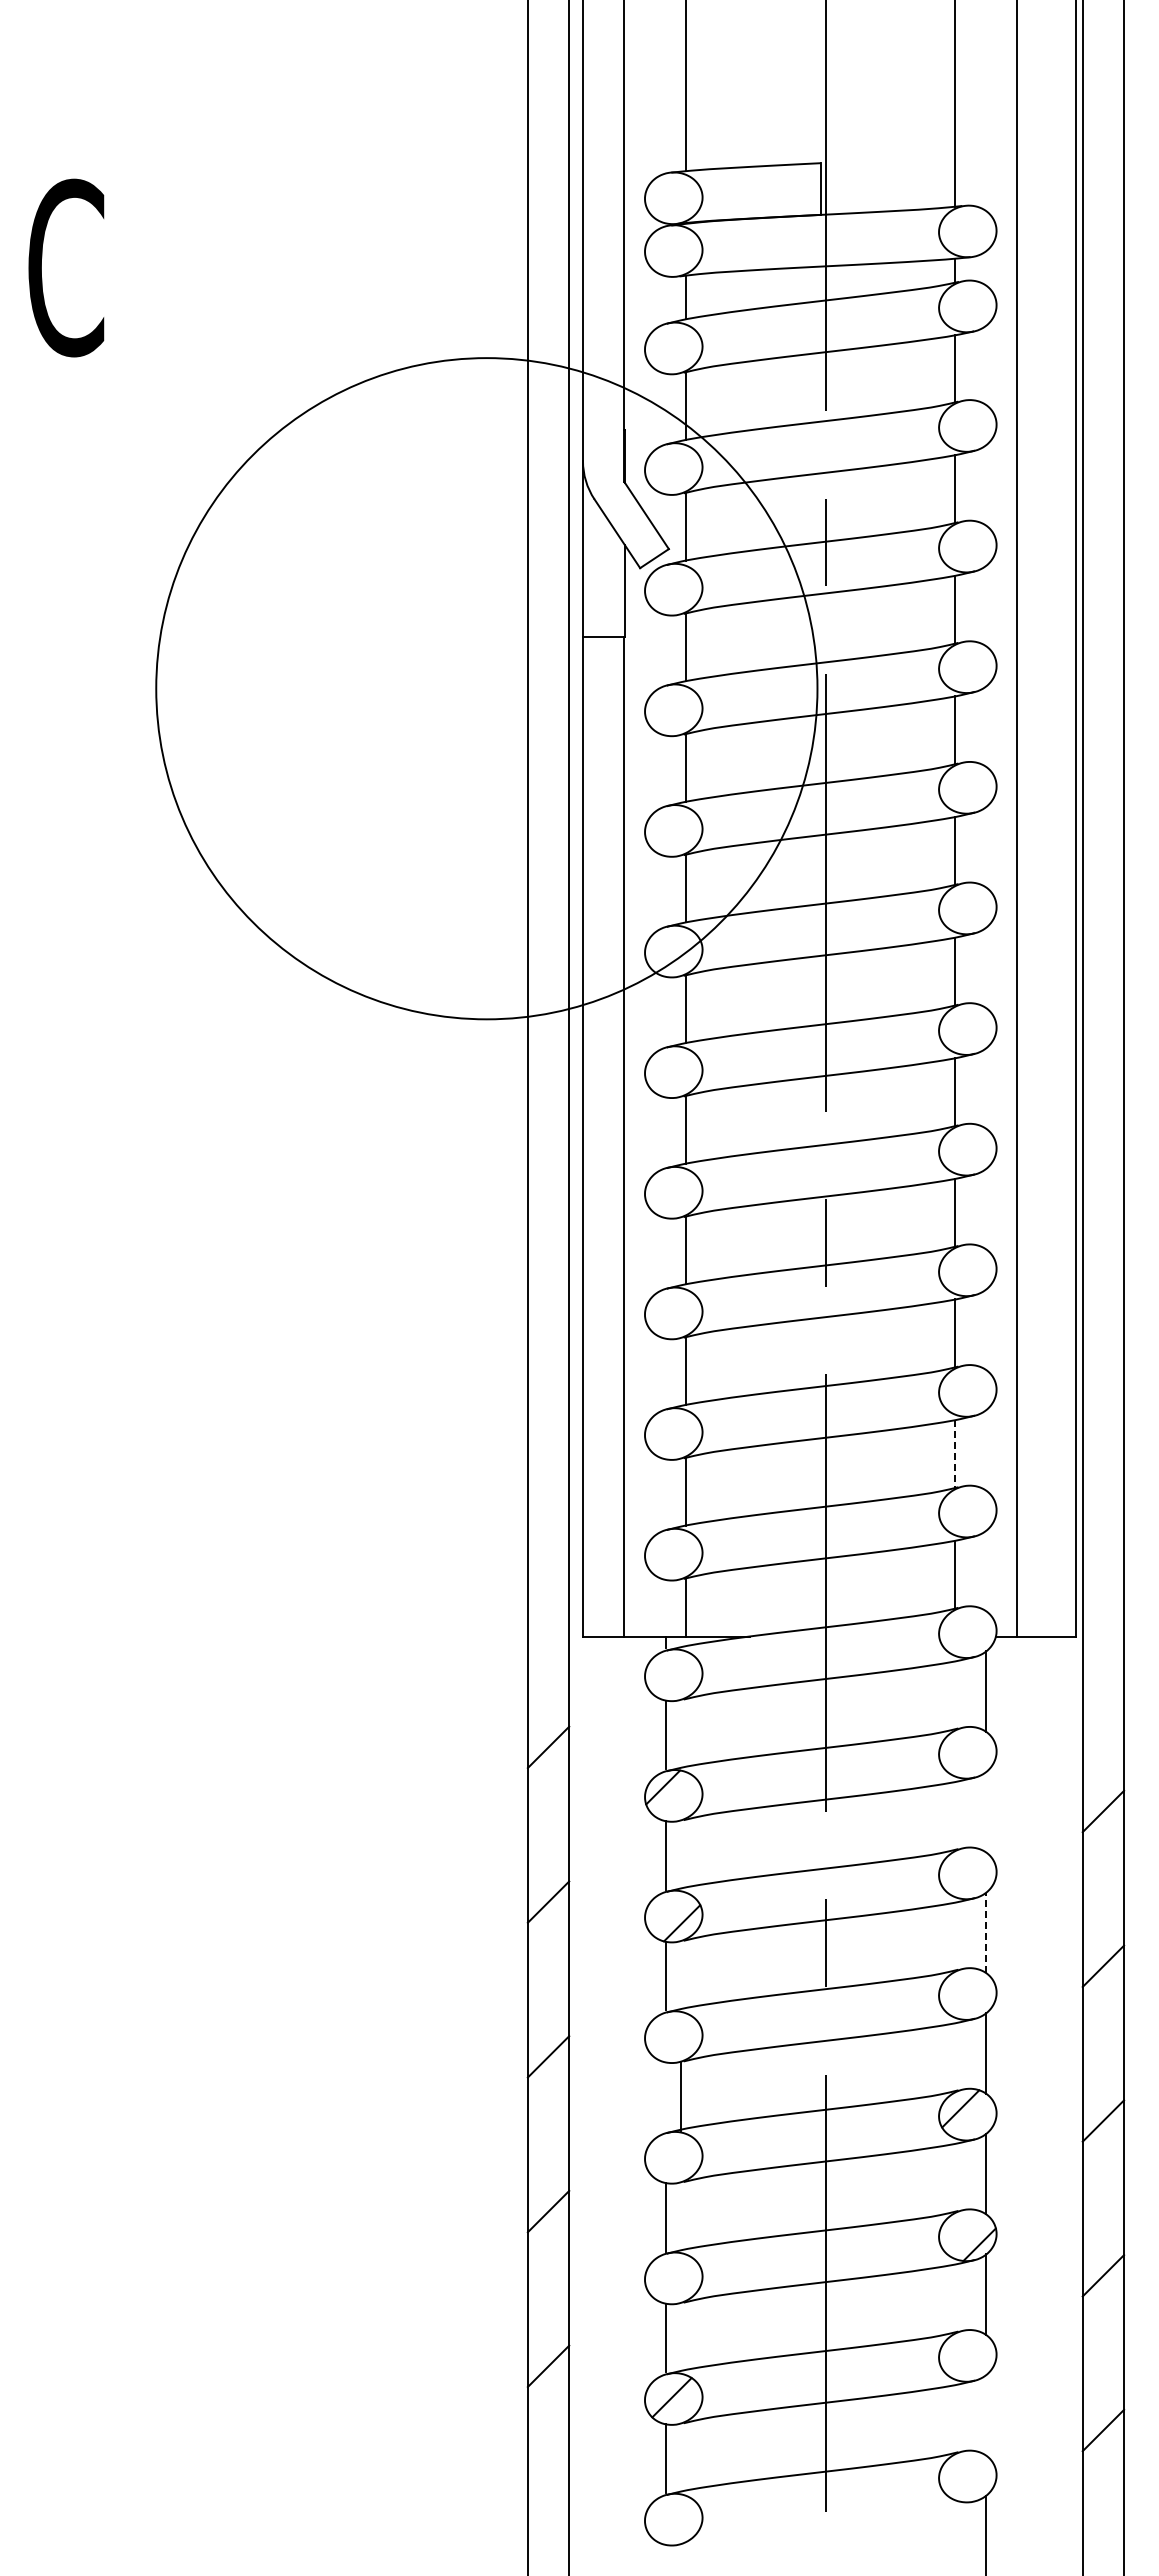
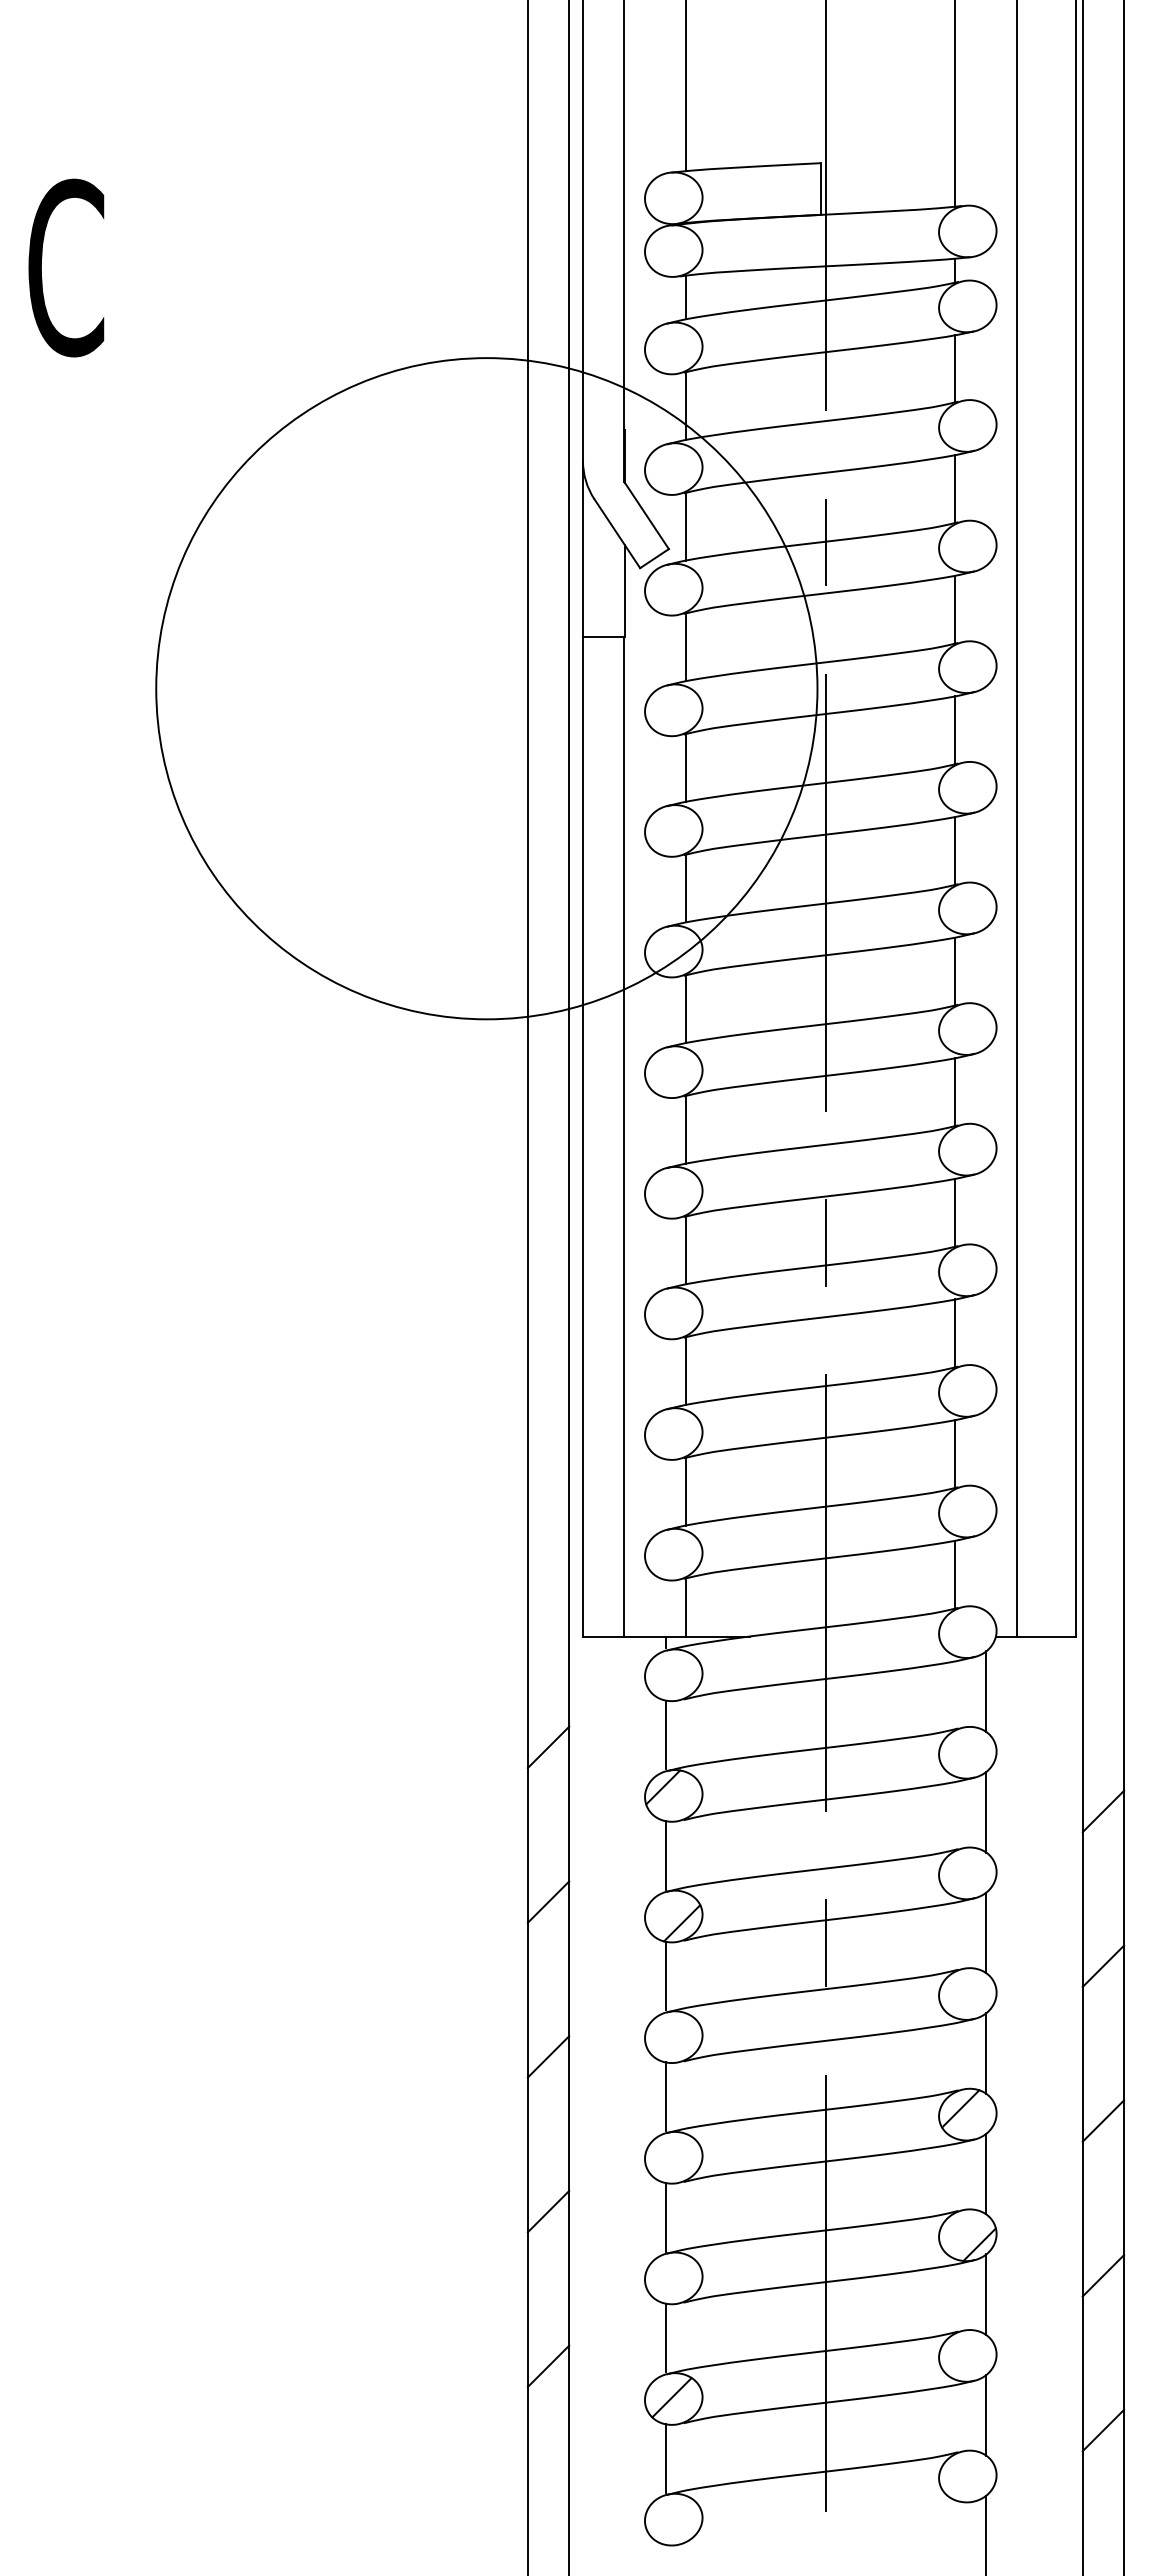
line at (955, 1453): dashed -> solid
line at (986, 1811): none -> present
line at (986, 1932): dashed -> solid
line at (680, 2096) position: (680, 2096) -> (665, 2096)
line at (986, 2415): none -> present
